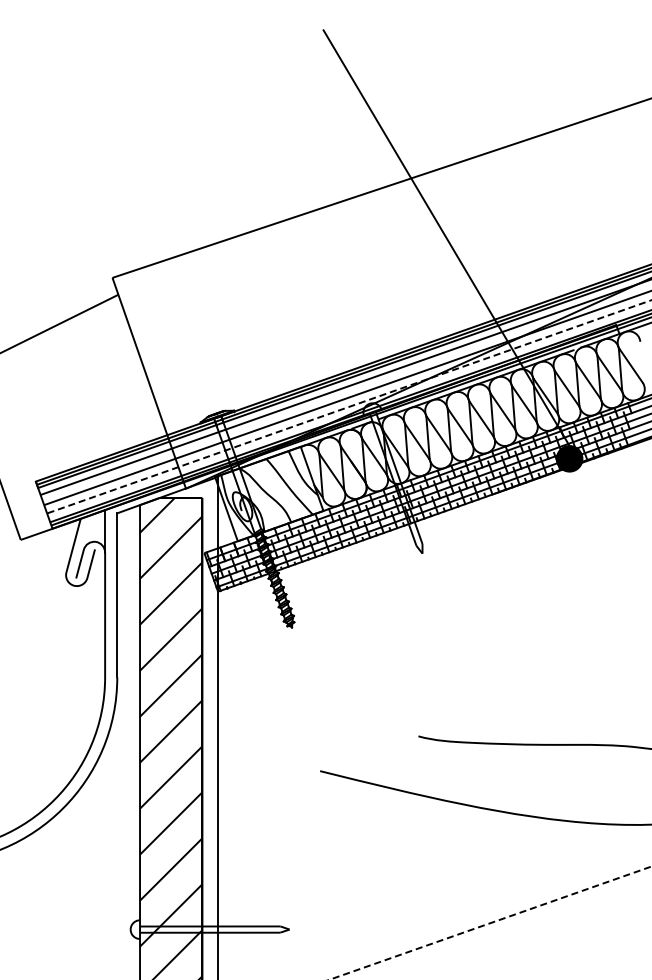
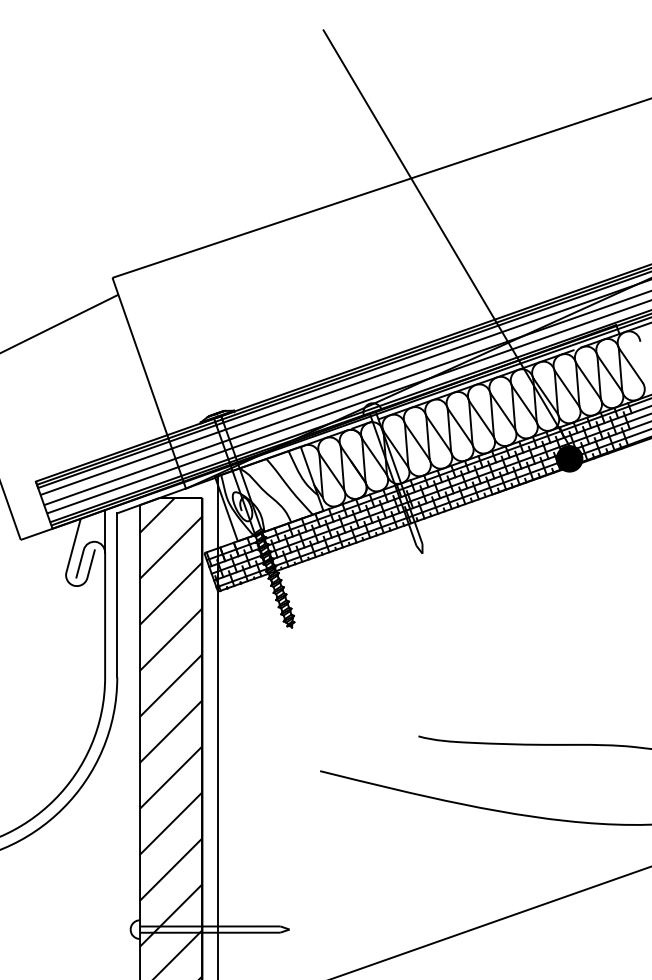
line at (348, 407): dashed -> solid
line at (490, 923): dashed -> solid
